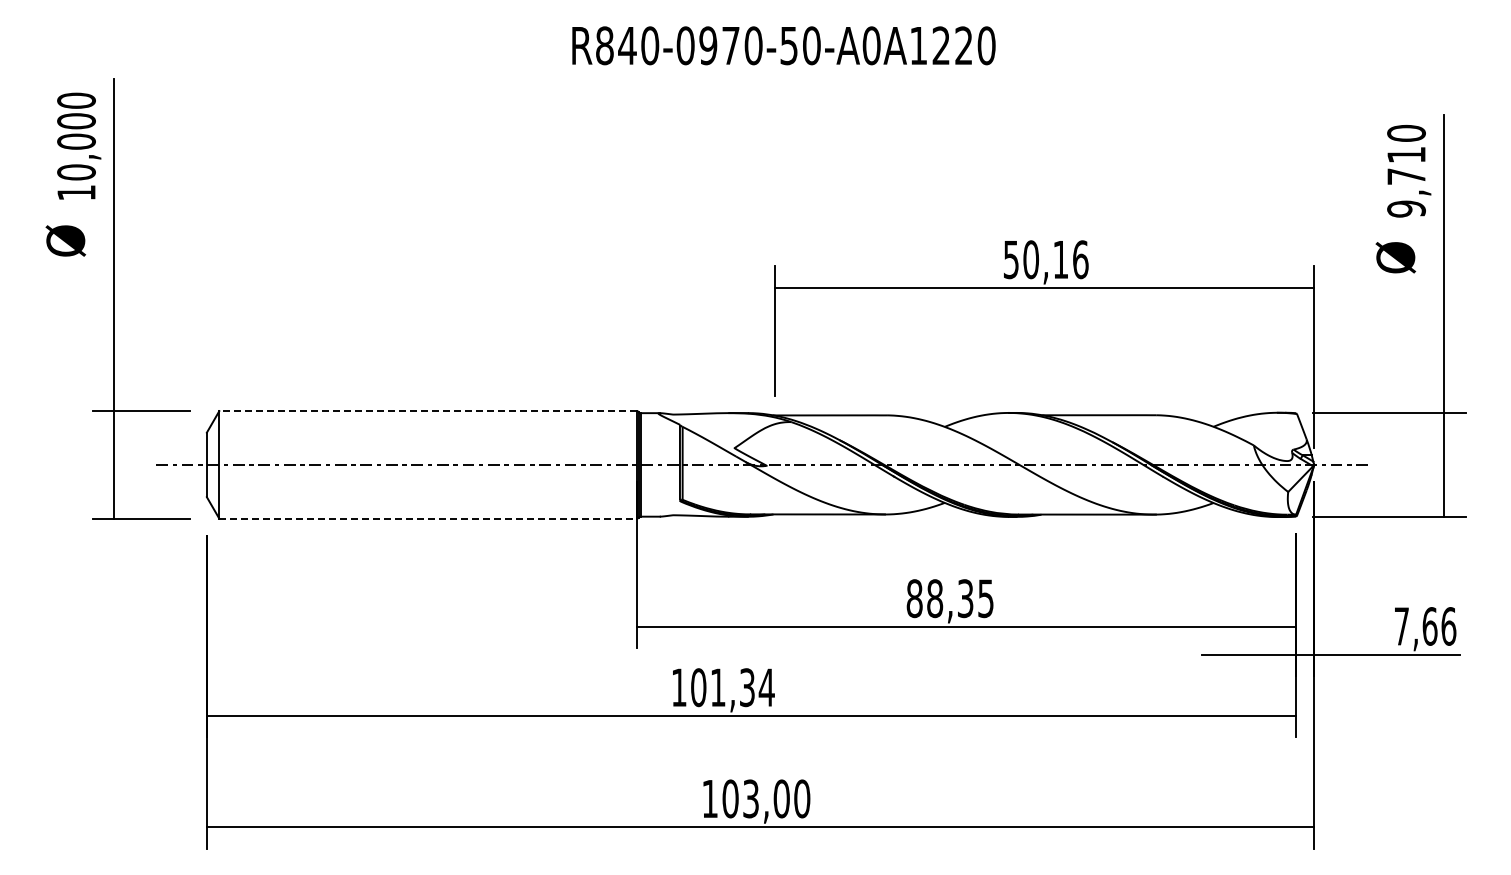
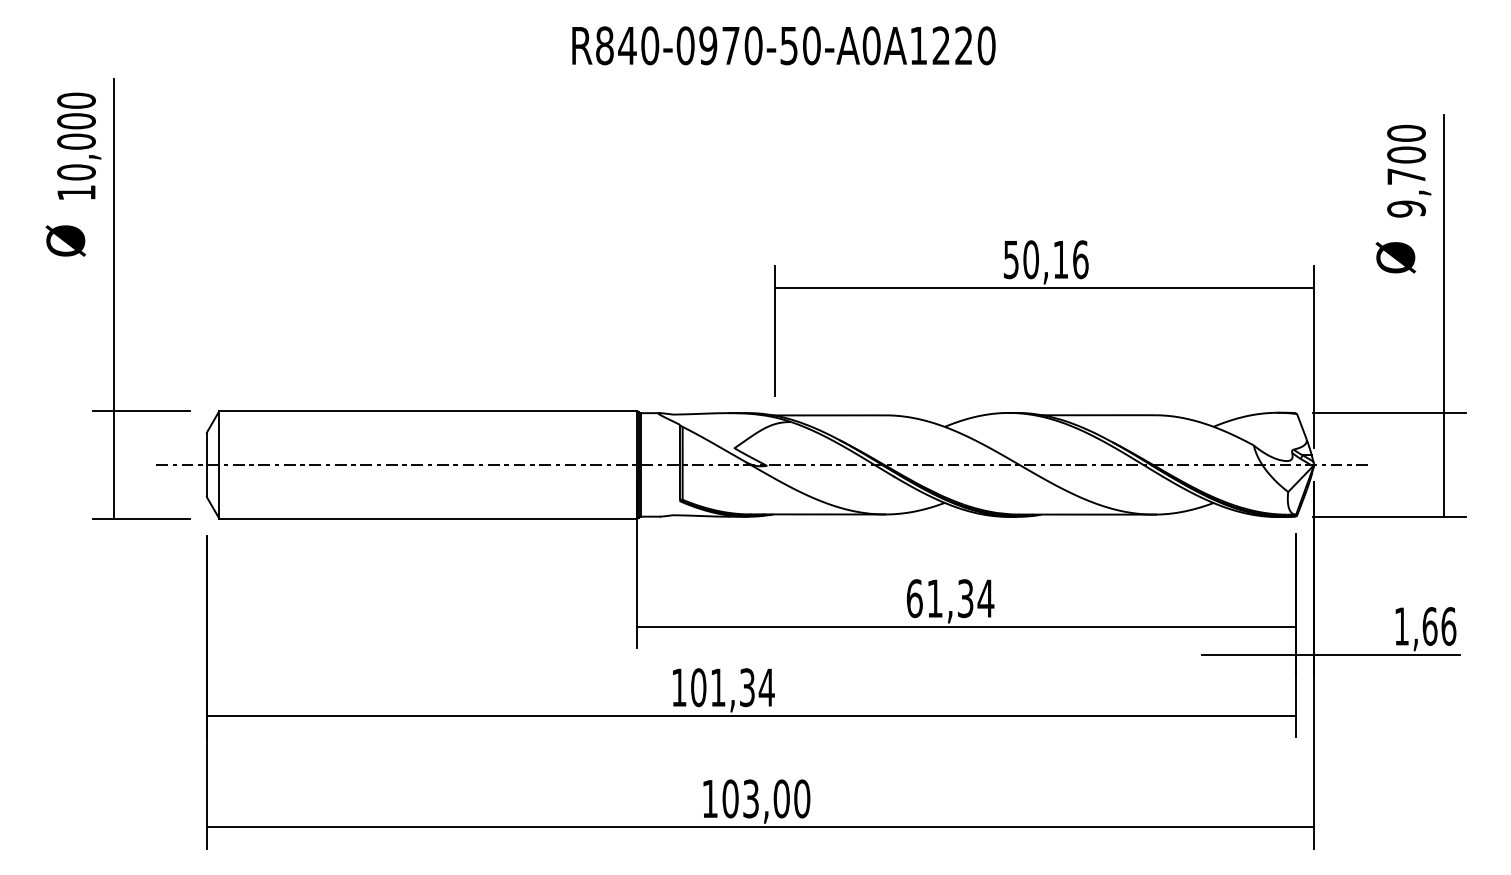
text at (1406, 154): 9,710 -> 9,700
line at (428, 411): dashed -> solid
line at (428, 518): dashed -> solid
text at (950, 598): 88,35 -> 61,34
text at (1401, 626): 7,66 -> 1,66
